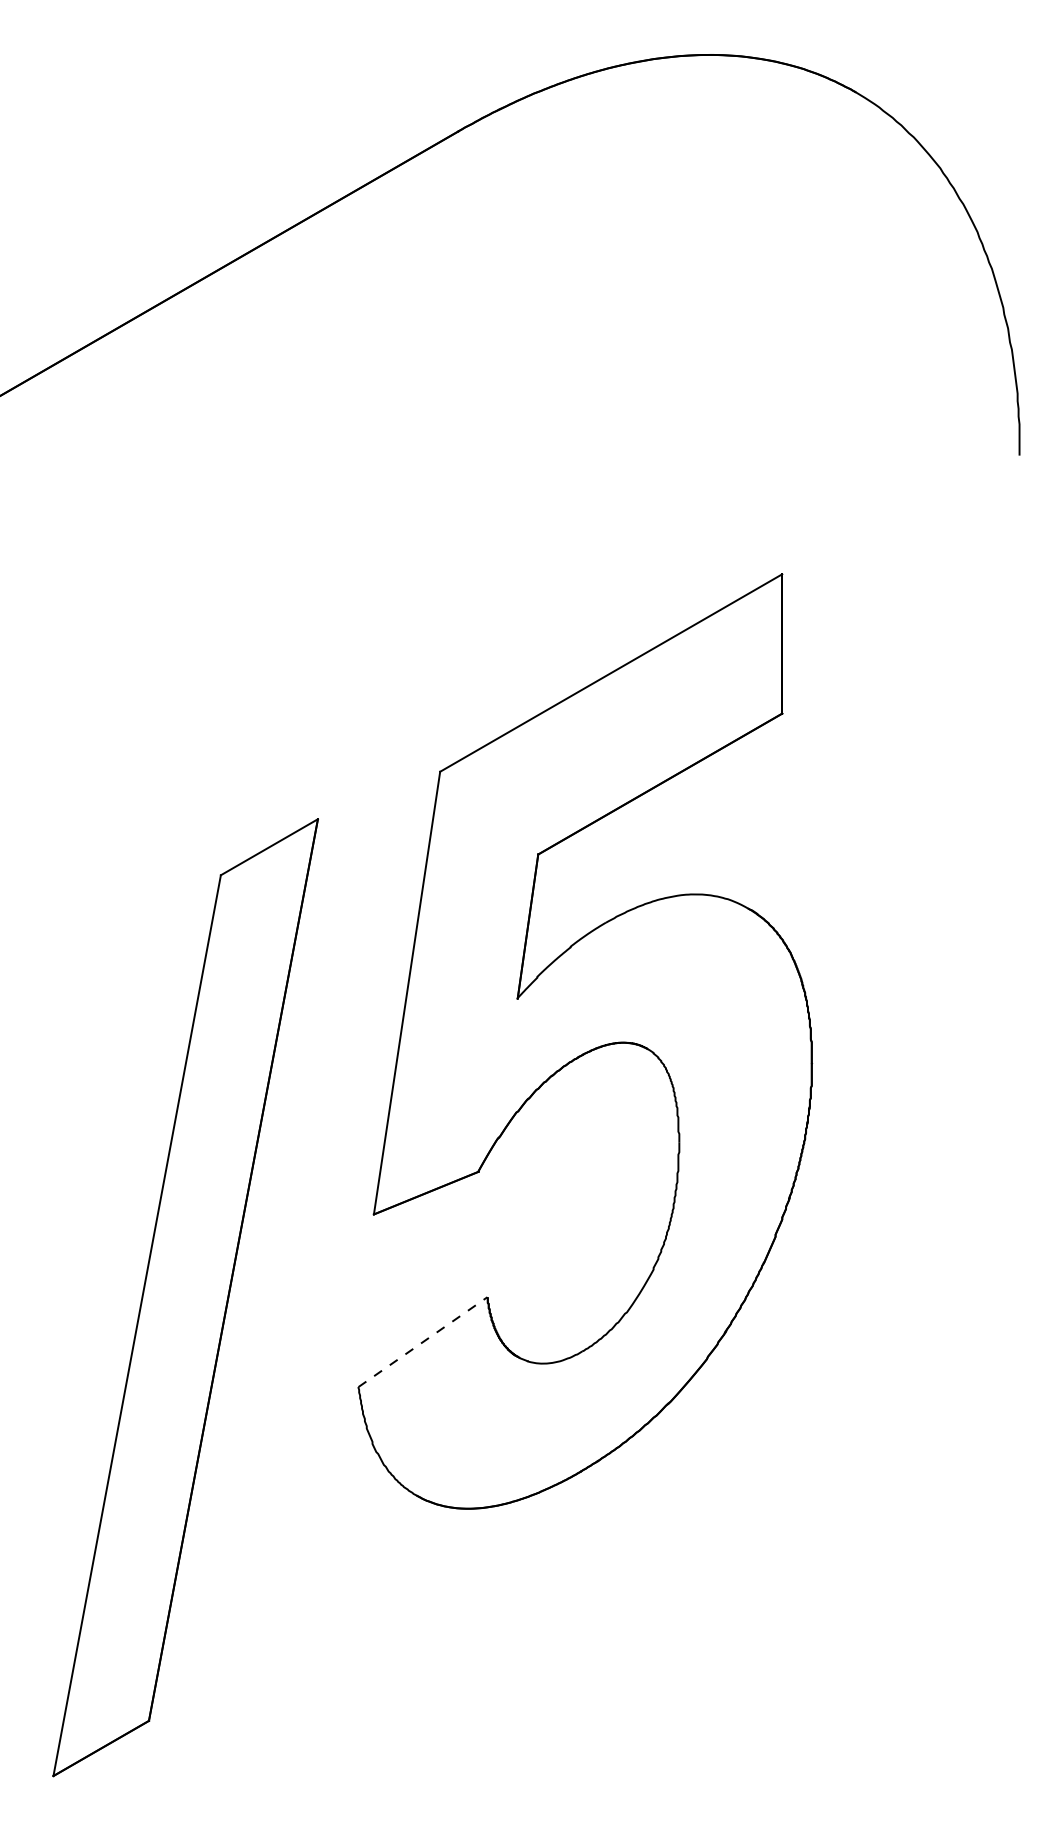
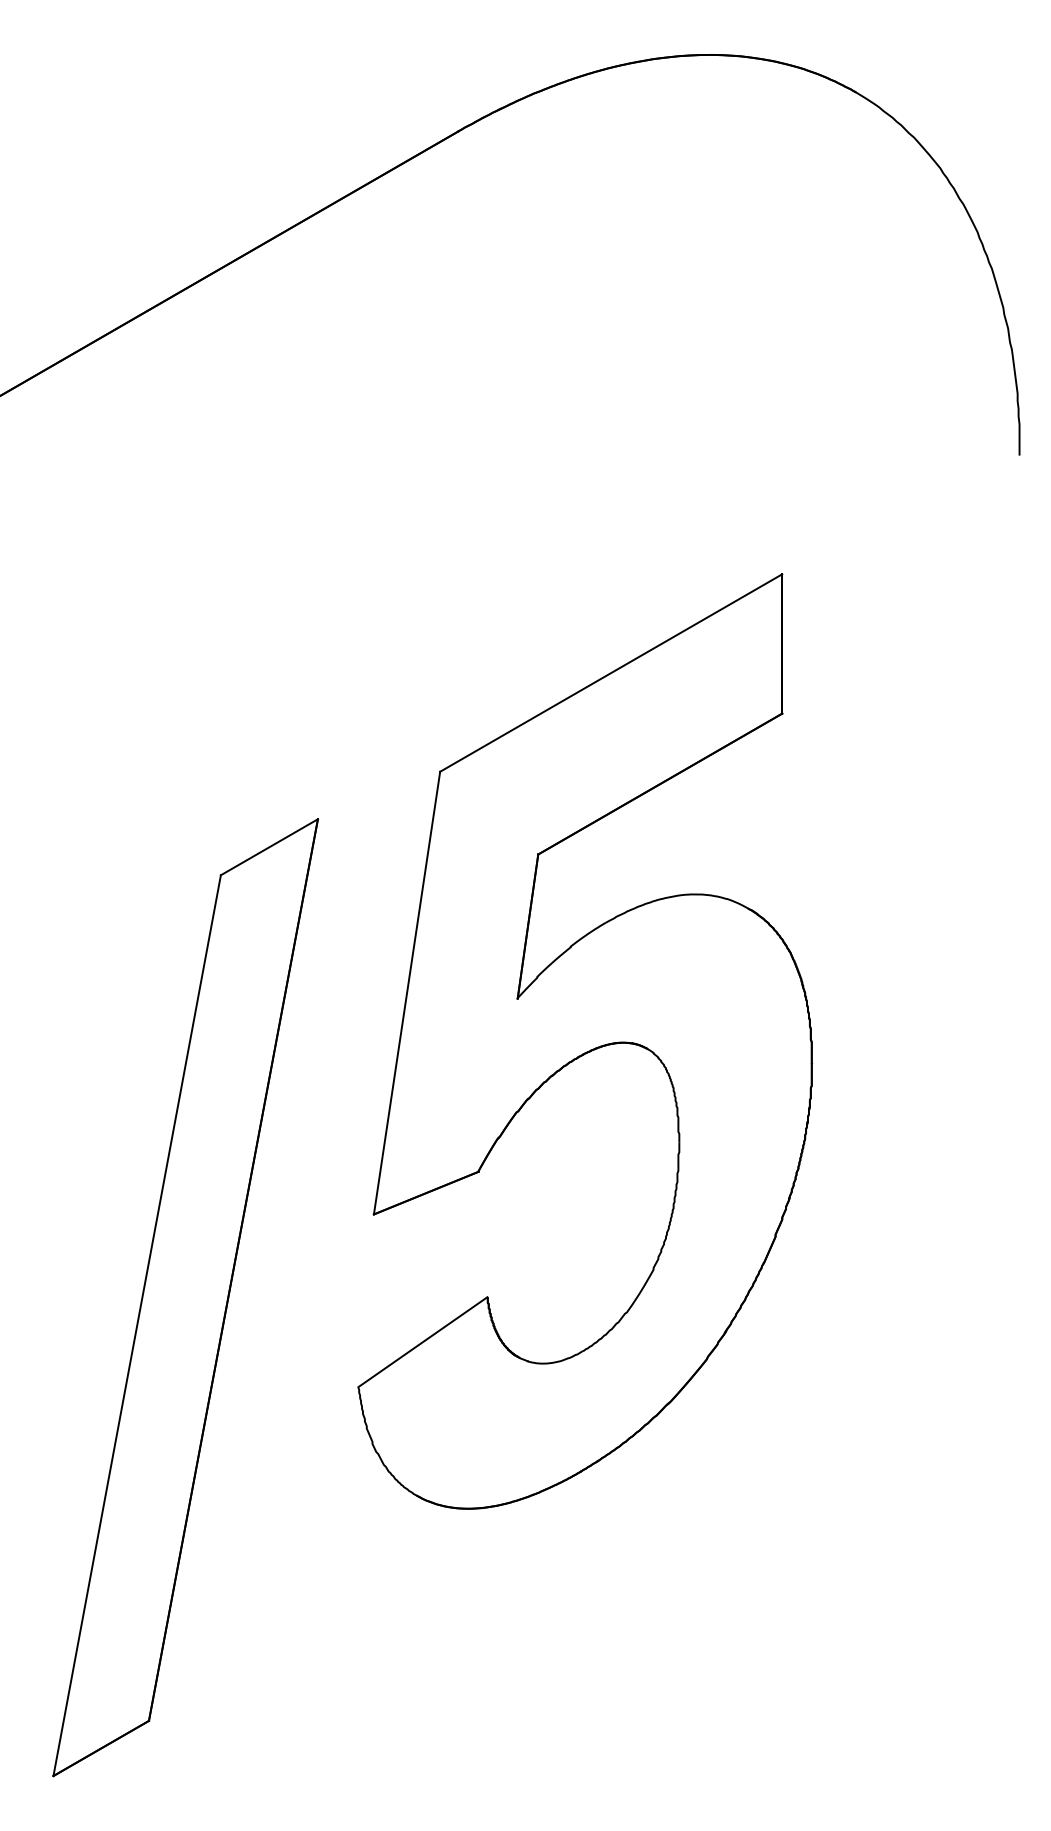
line at (422, 1342): dashed -> solid
